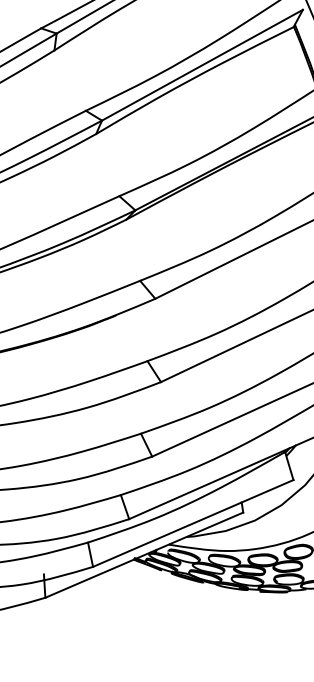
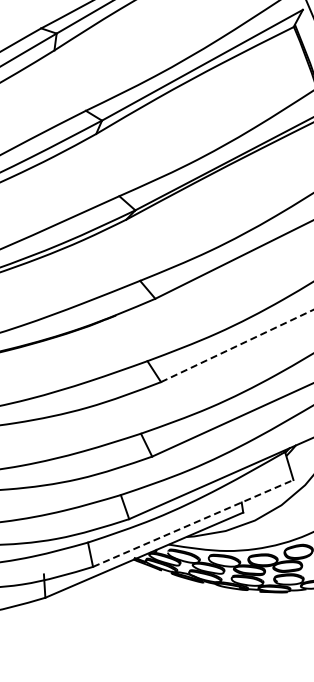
line at (237, 345): solid -> dashed
line at (193, 523): solid -> dashed
